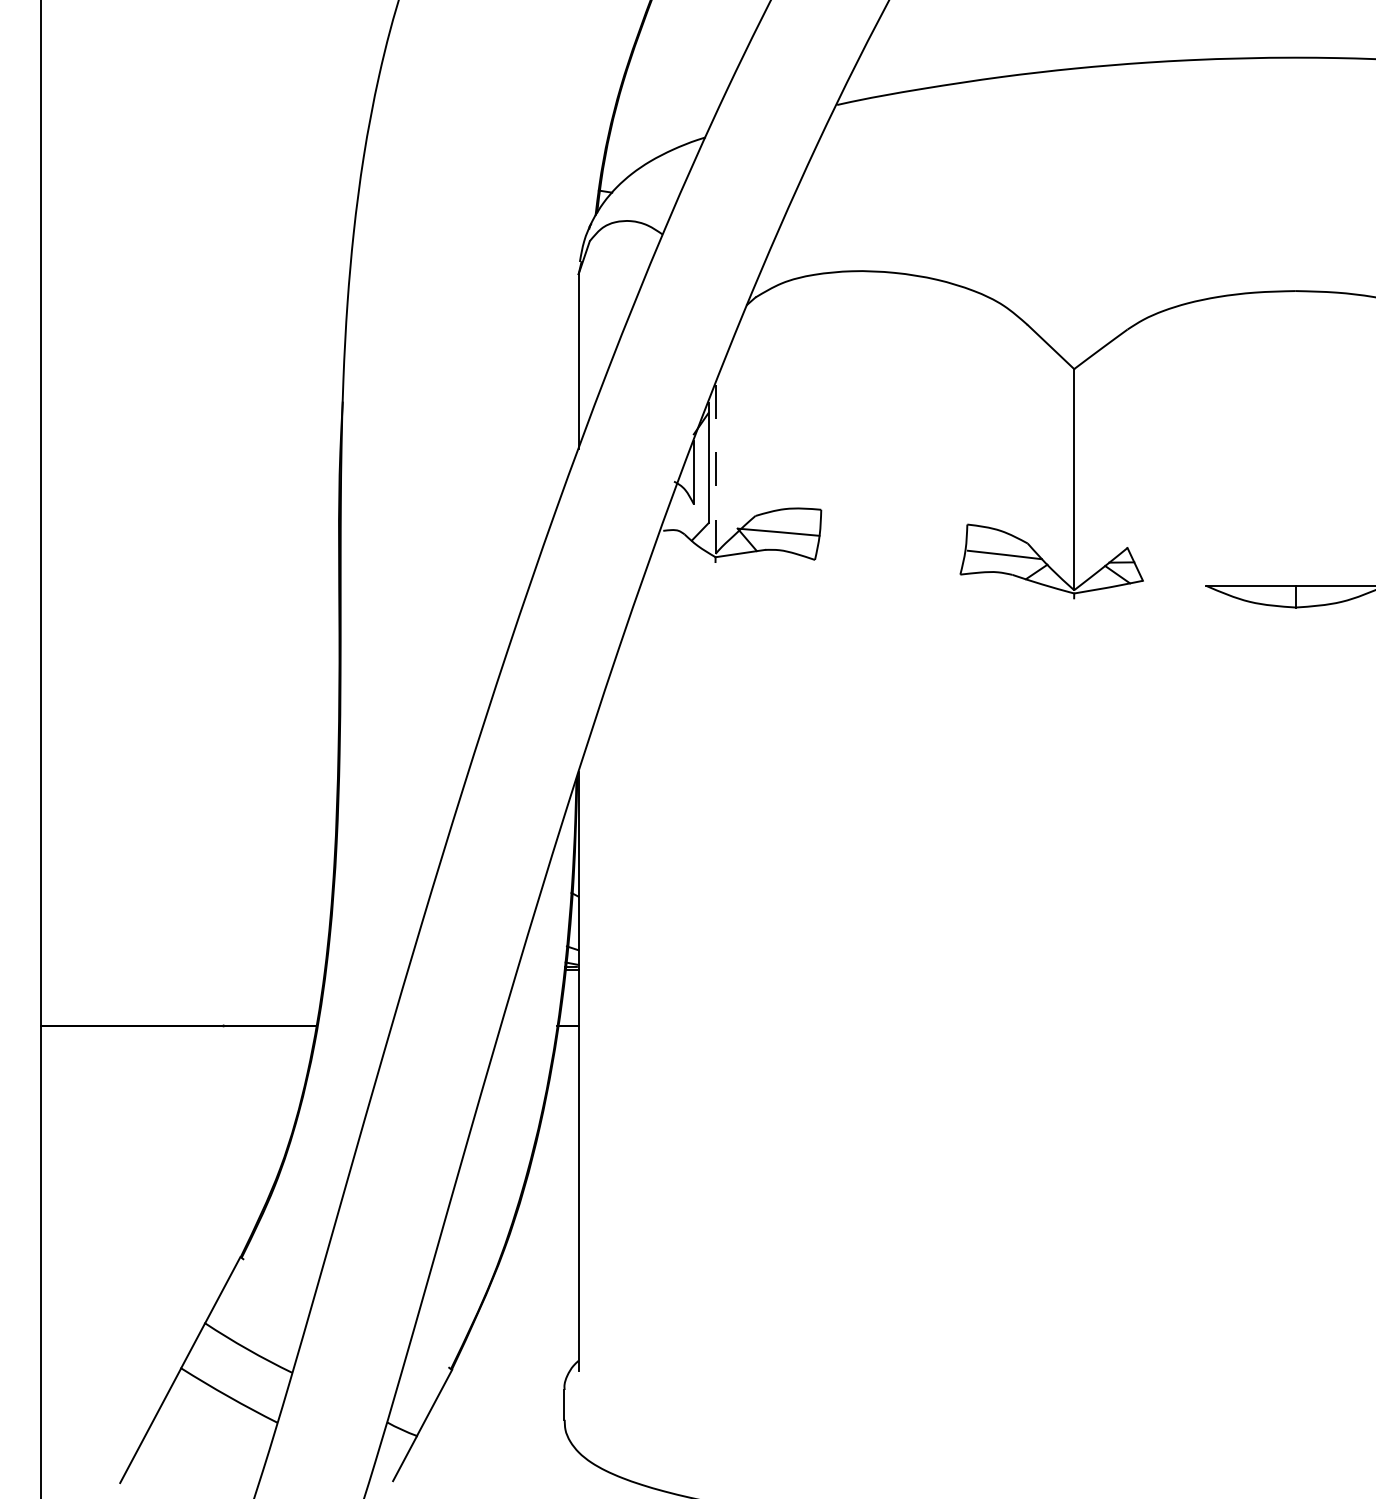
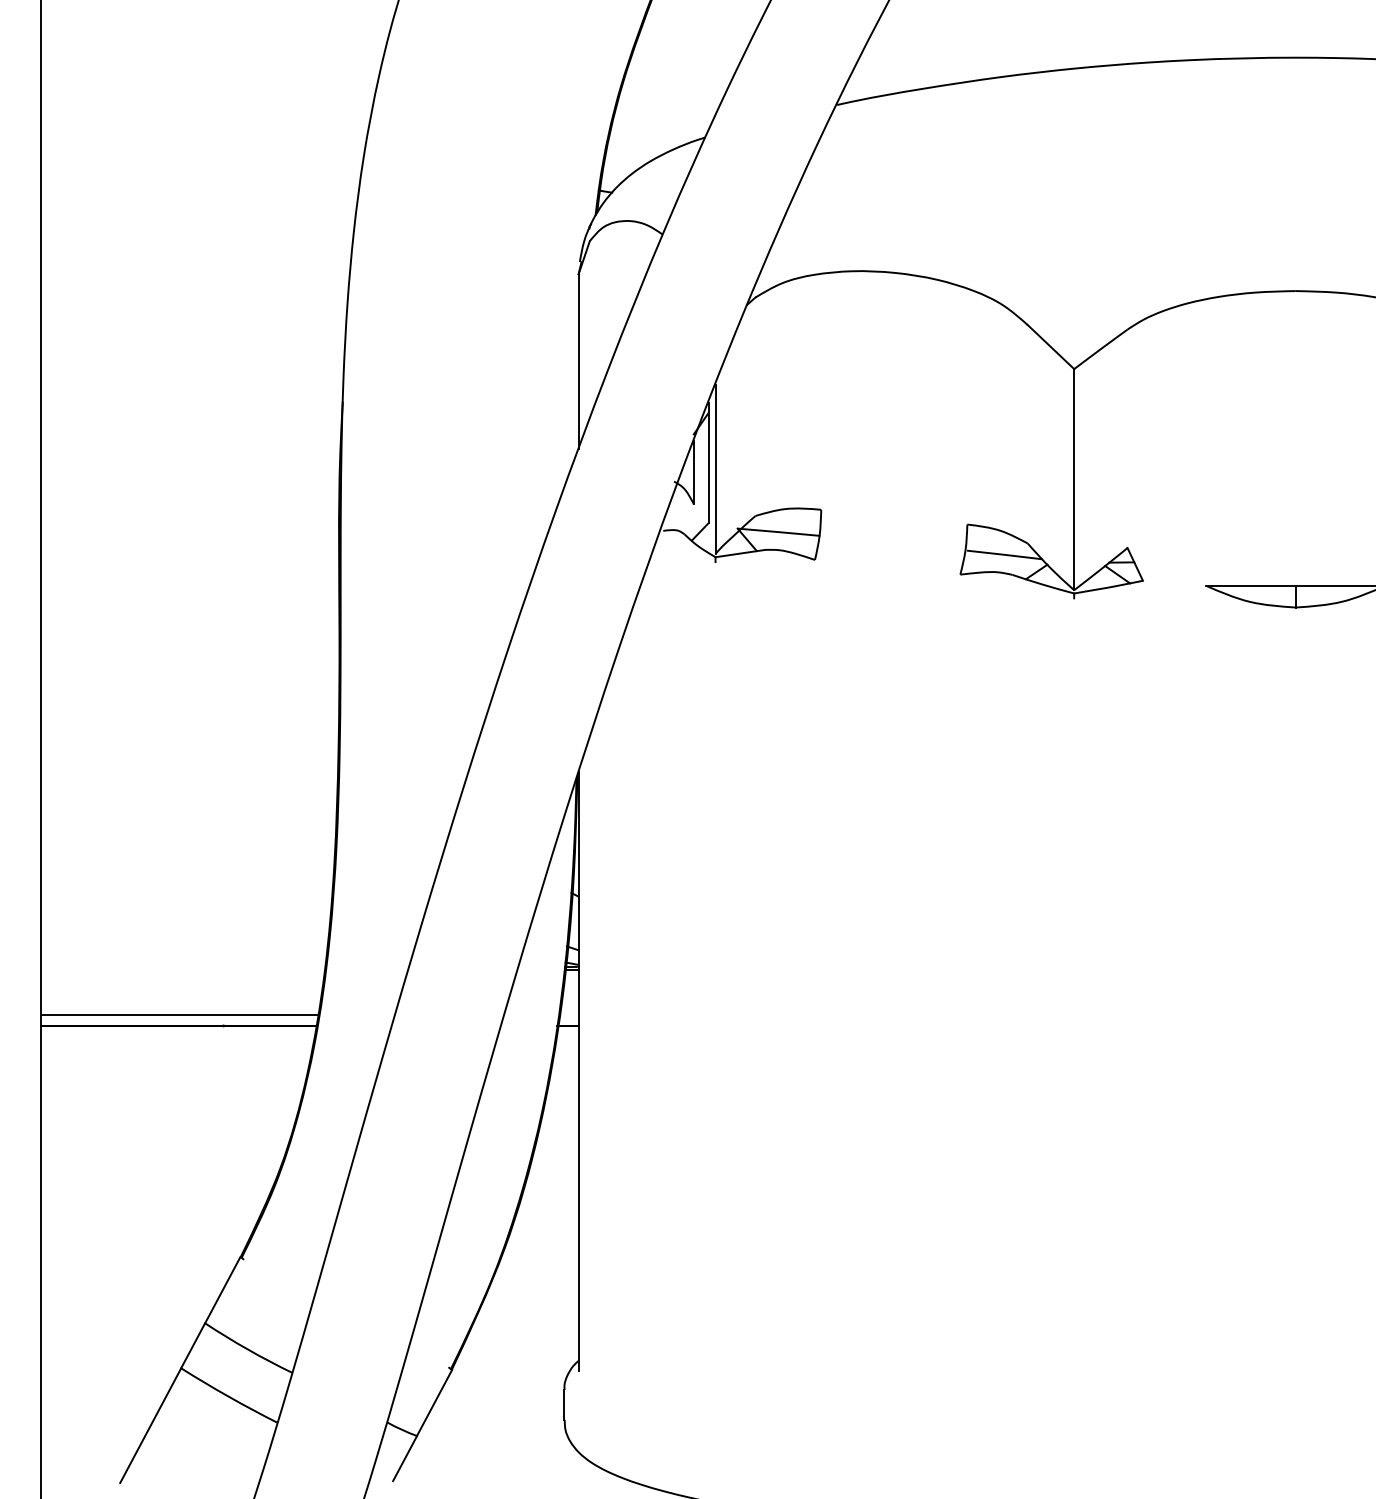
line at (715, 469): dashed -> solid
line at (179, 1015): none -> present
